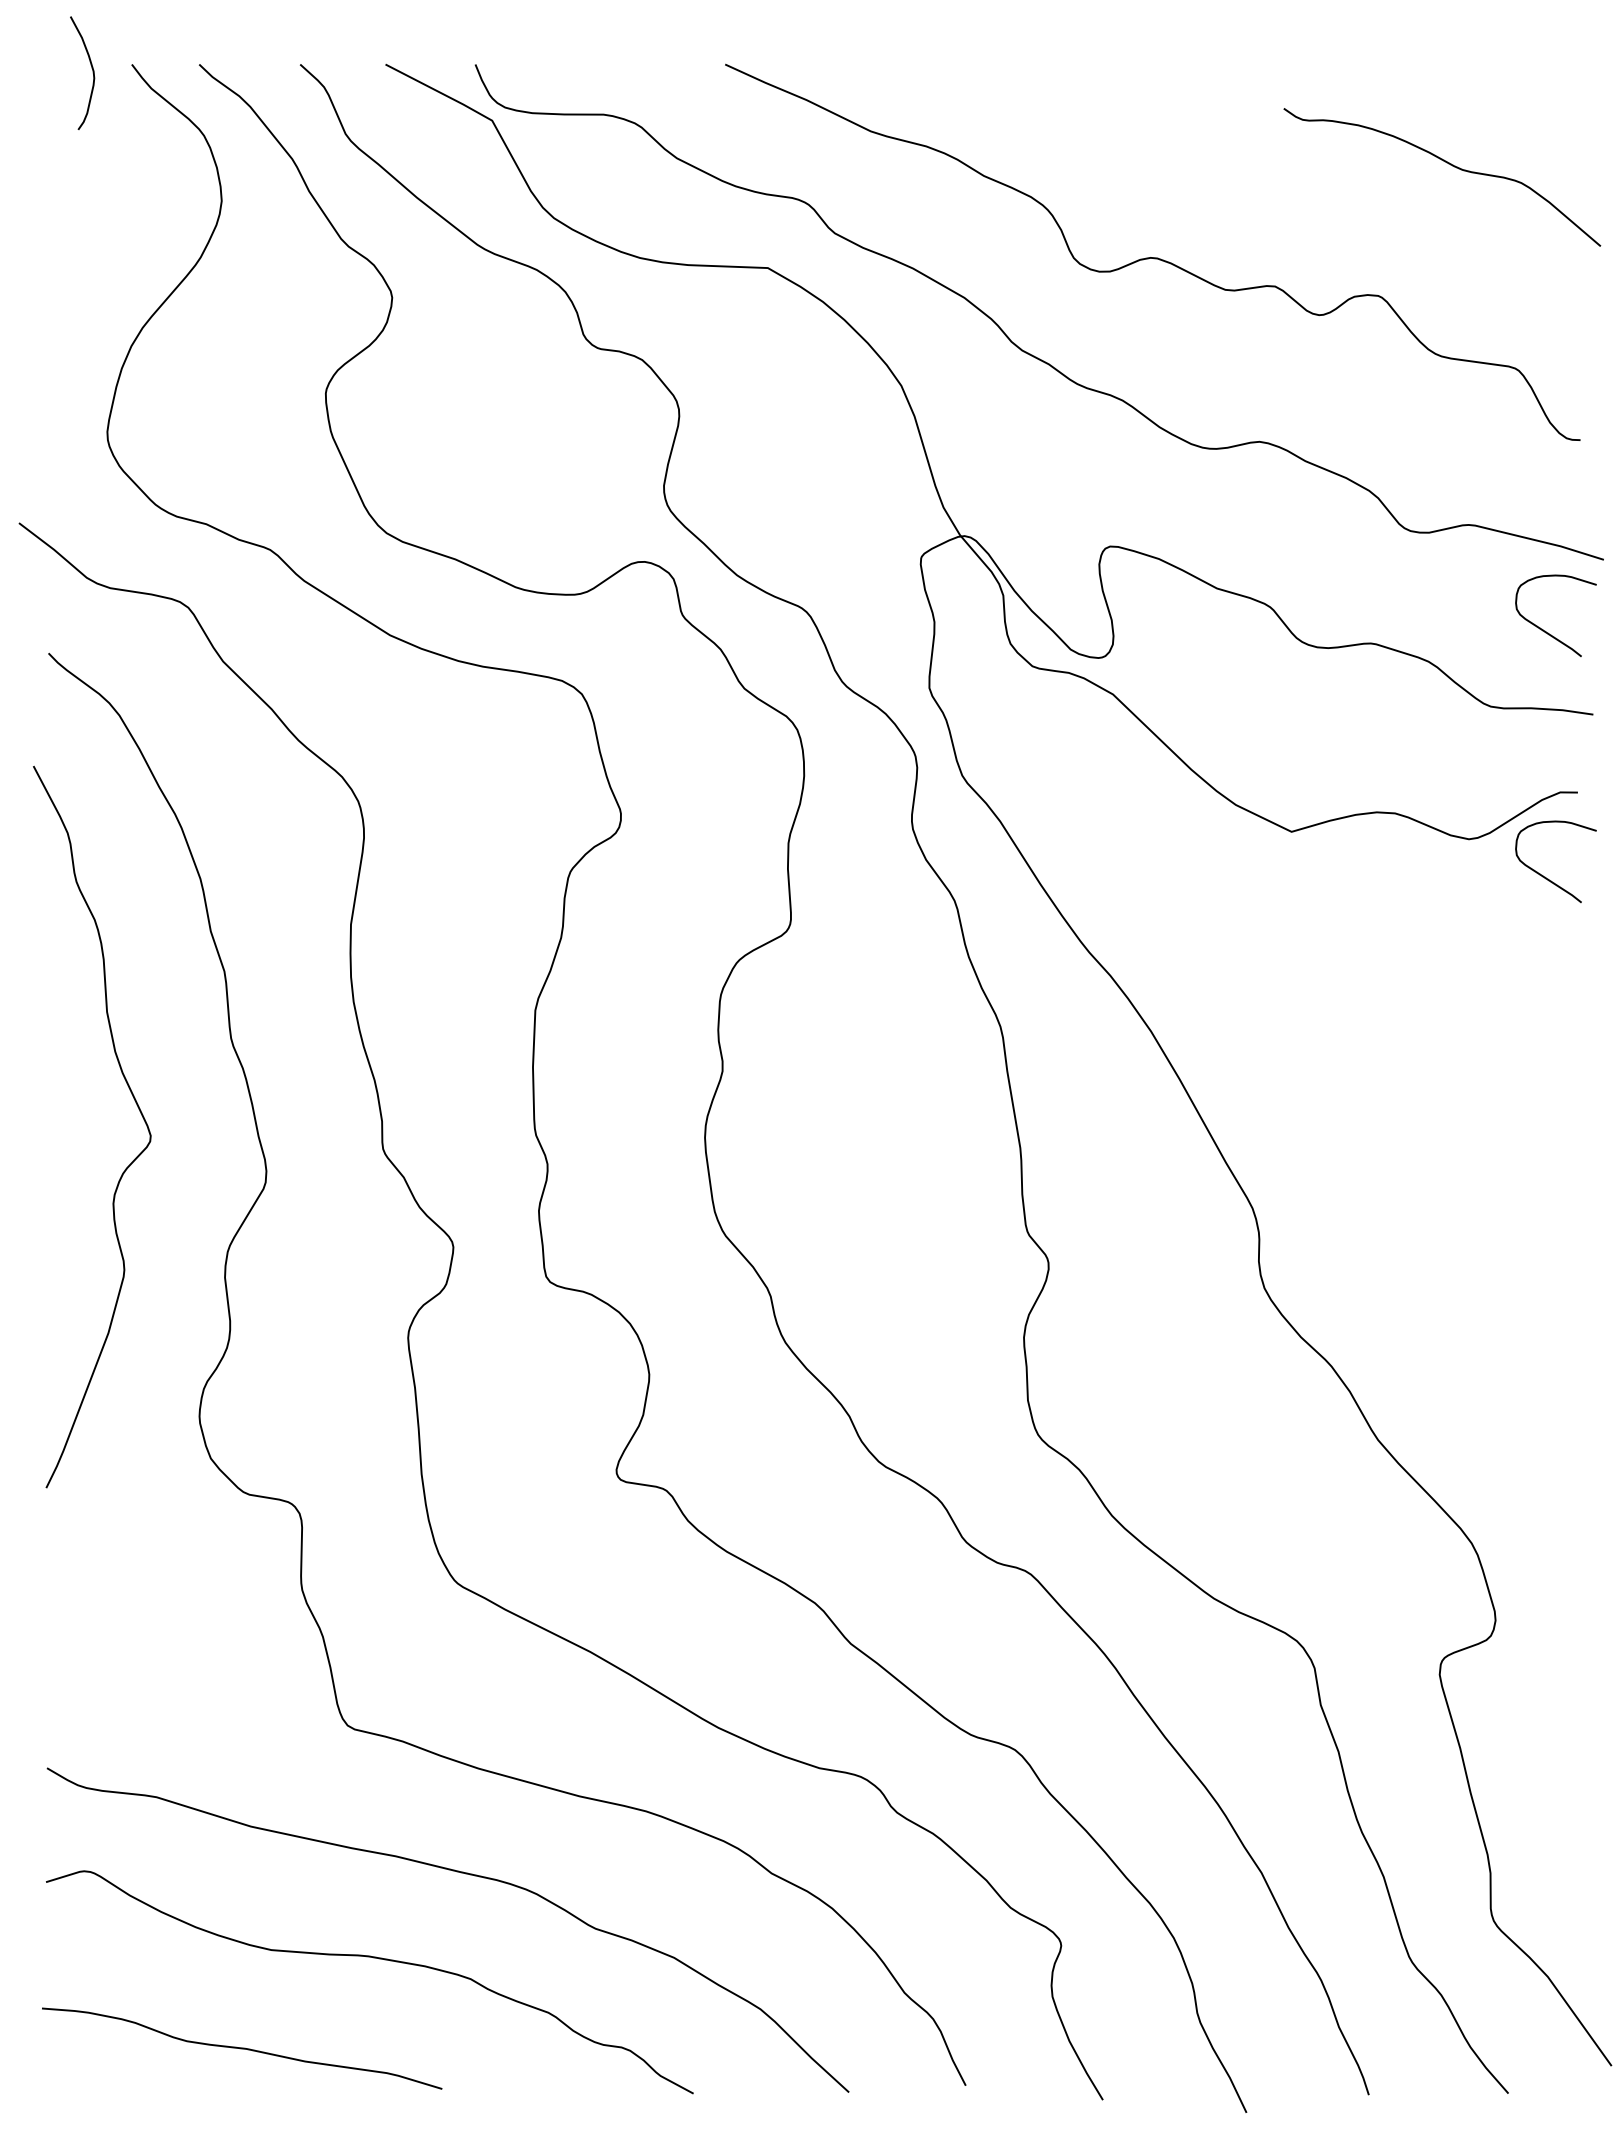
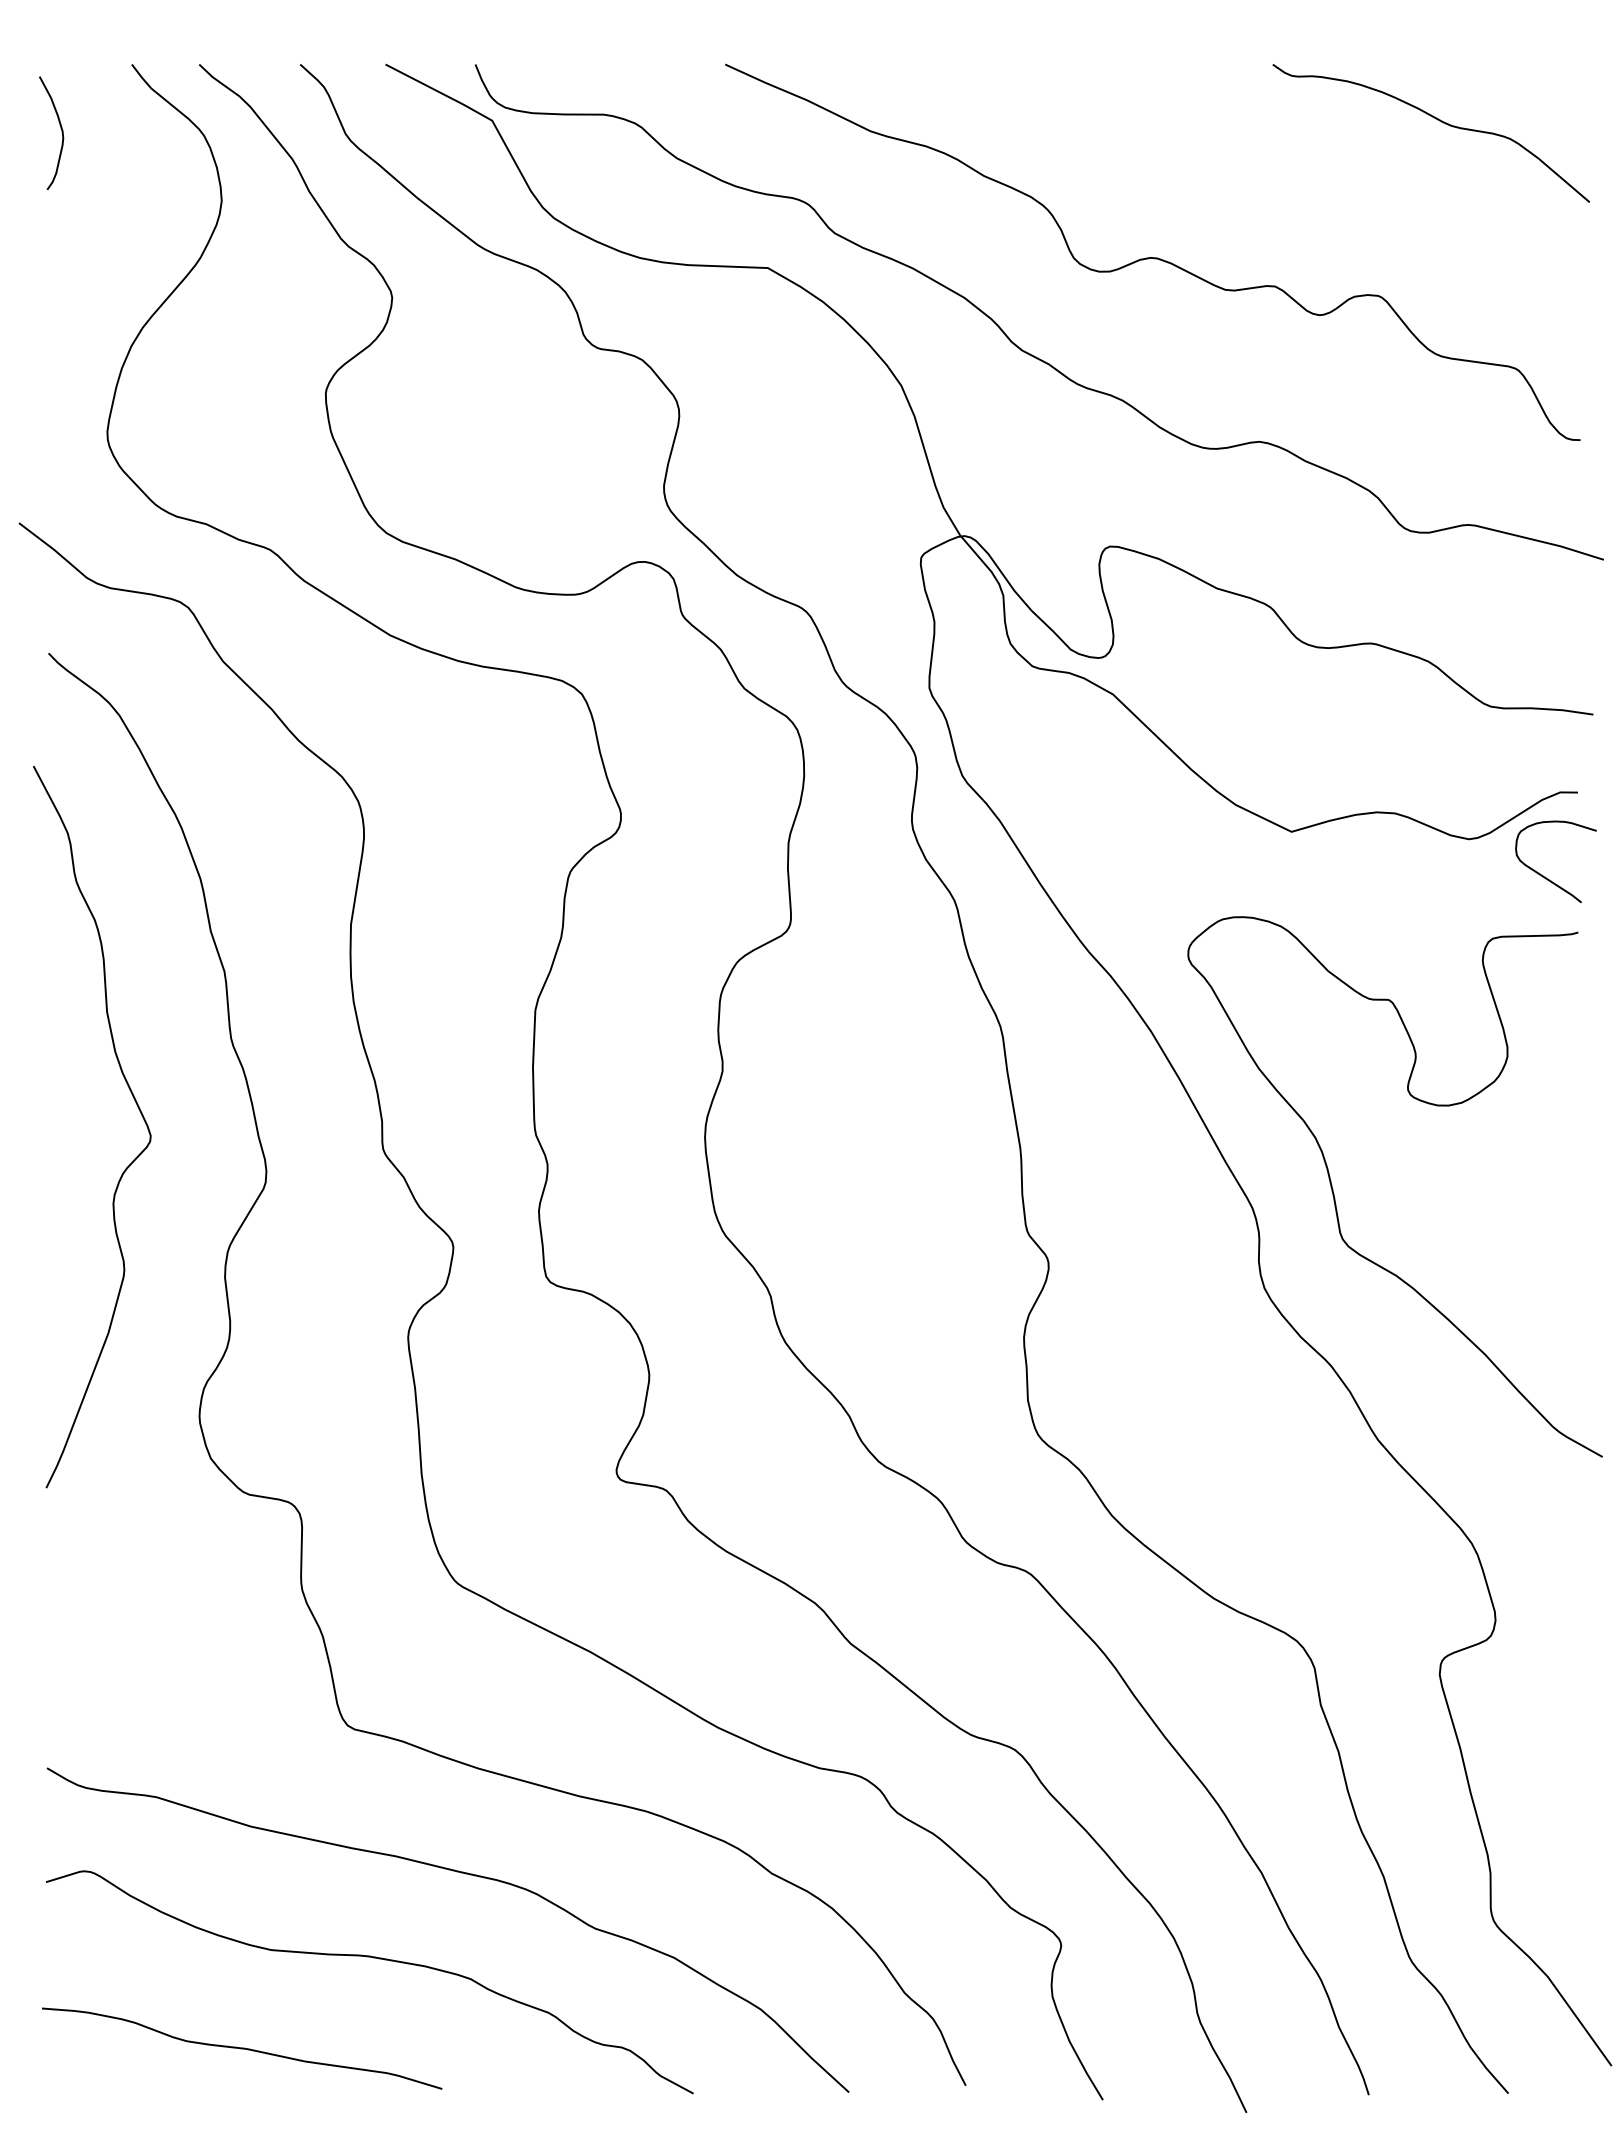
curve at (91, 68) position: (91, 68) -> (60, 128)
curve at (1448, 164) position: (1448, 164) -> (1437, 120)
curve at (1545, 630): present -> none
curve at (1335, 1198): none -> present
